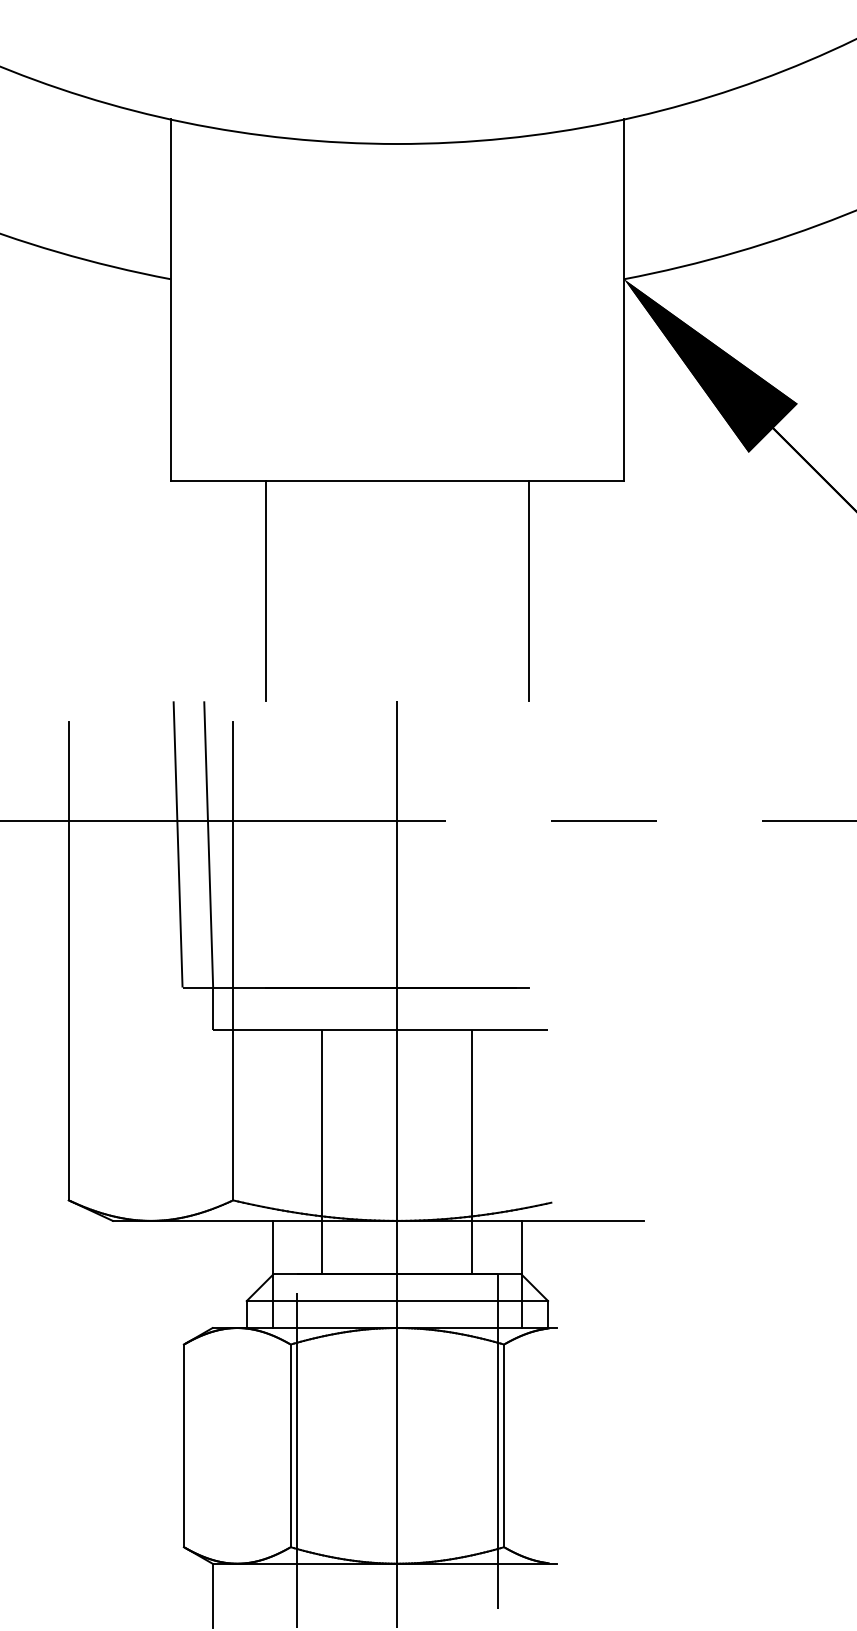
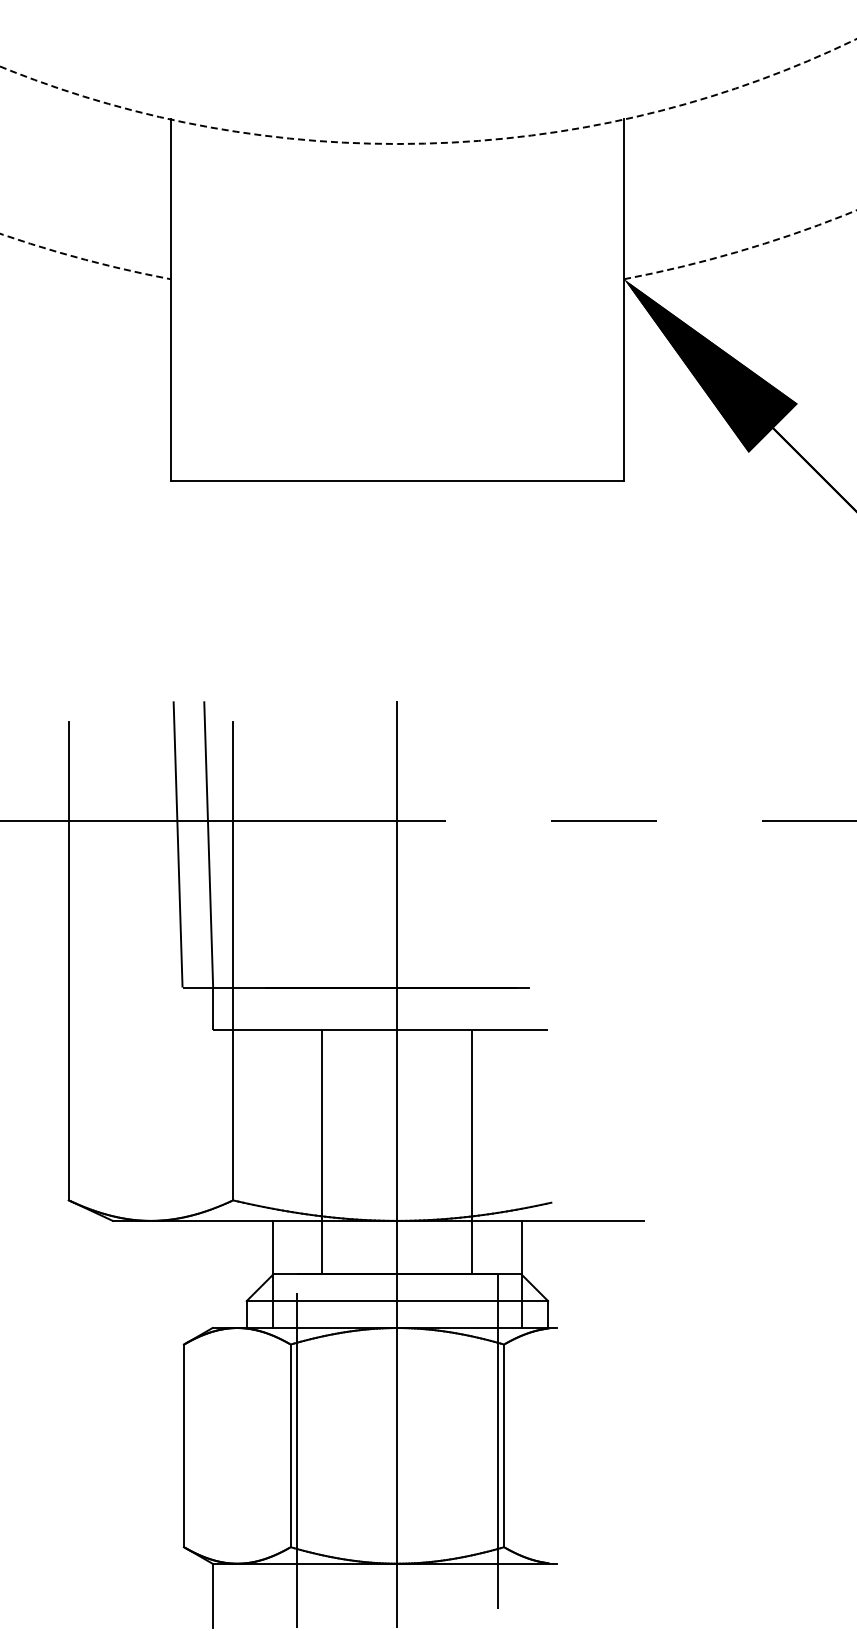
circle at (428, 91): solid -> dashed
arc at (826, 222): solid -> dashed
line at (265, 591): present -> none
line at (529, 591): present -> none
